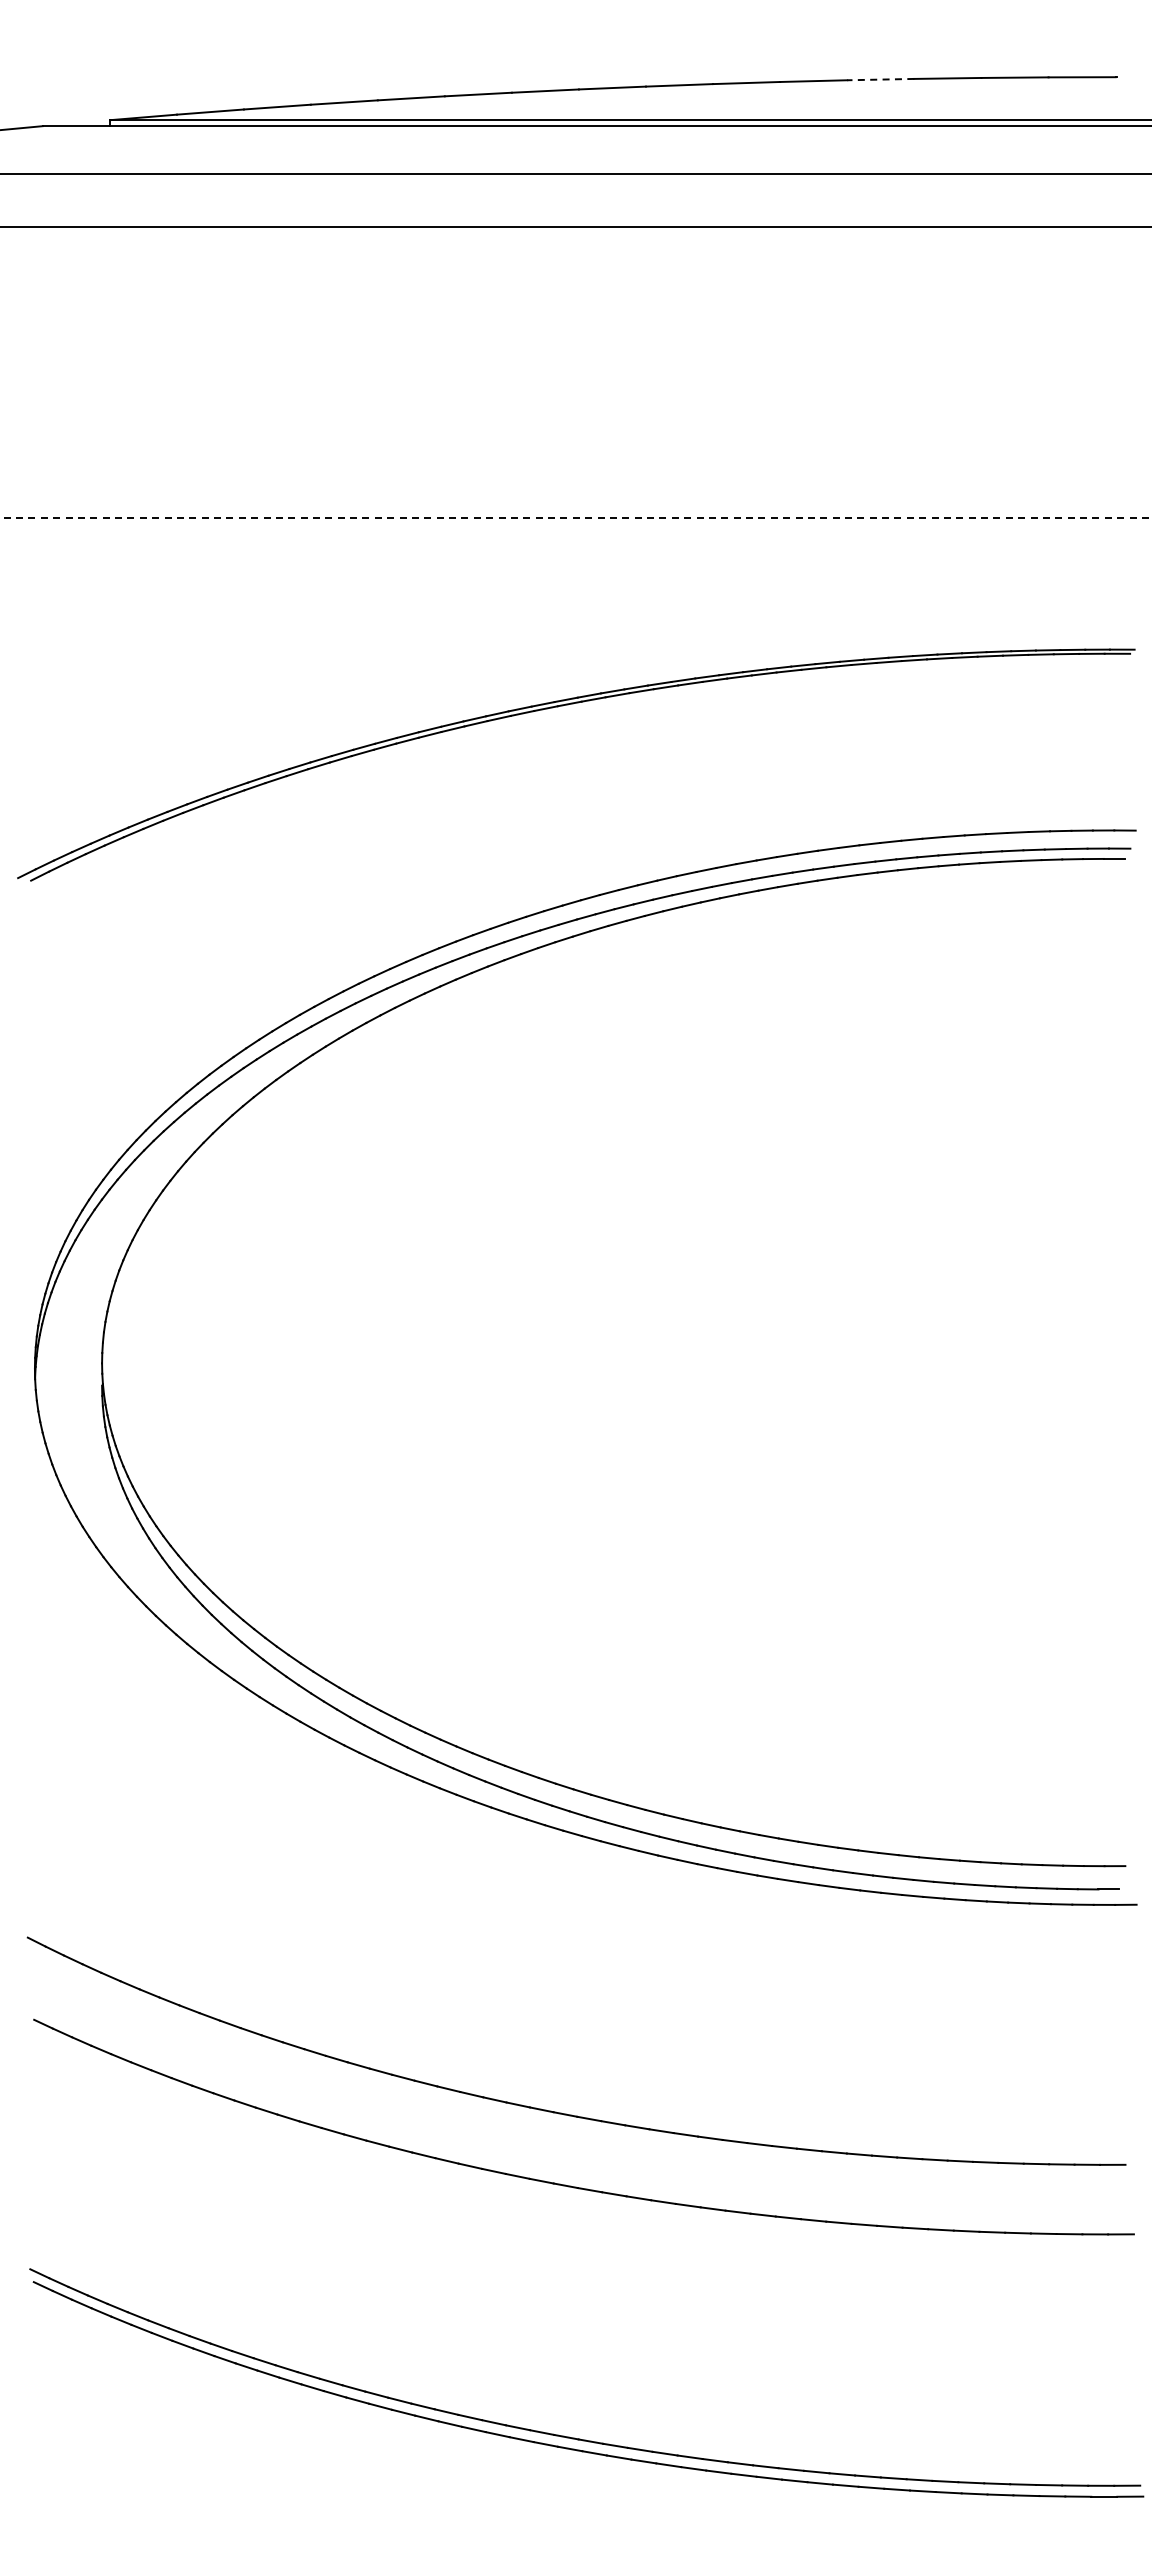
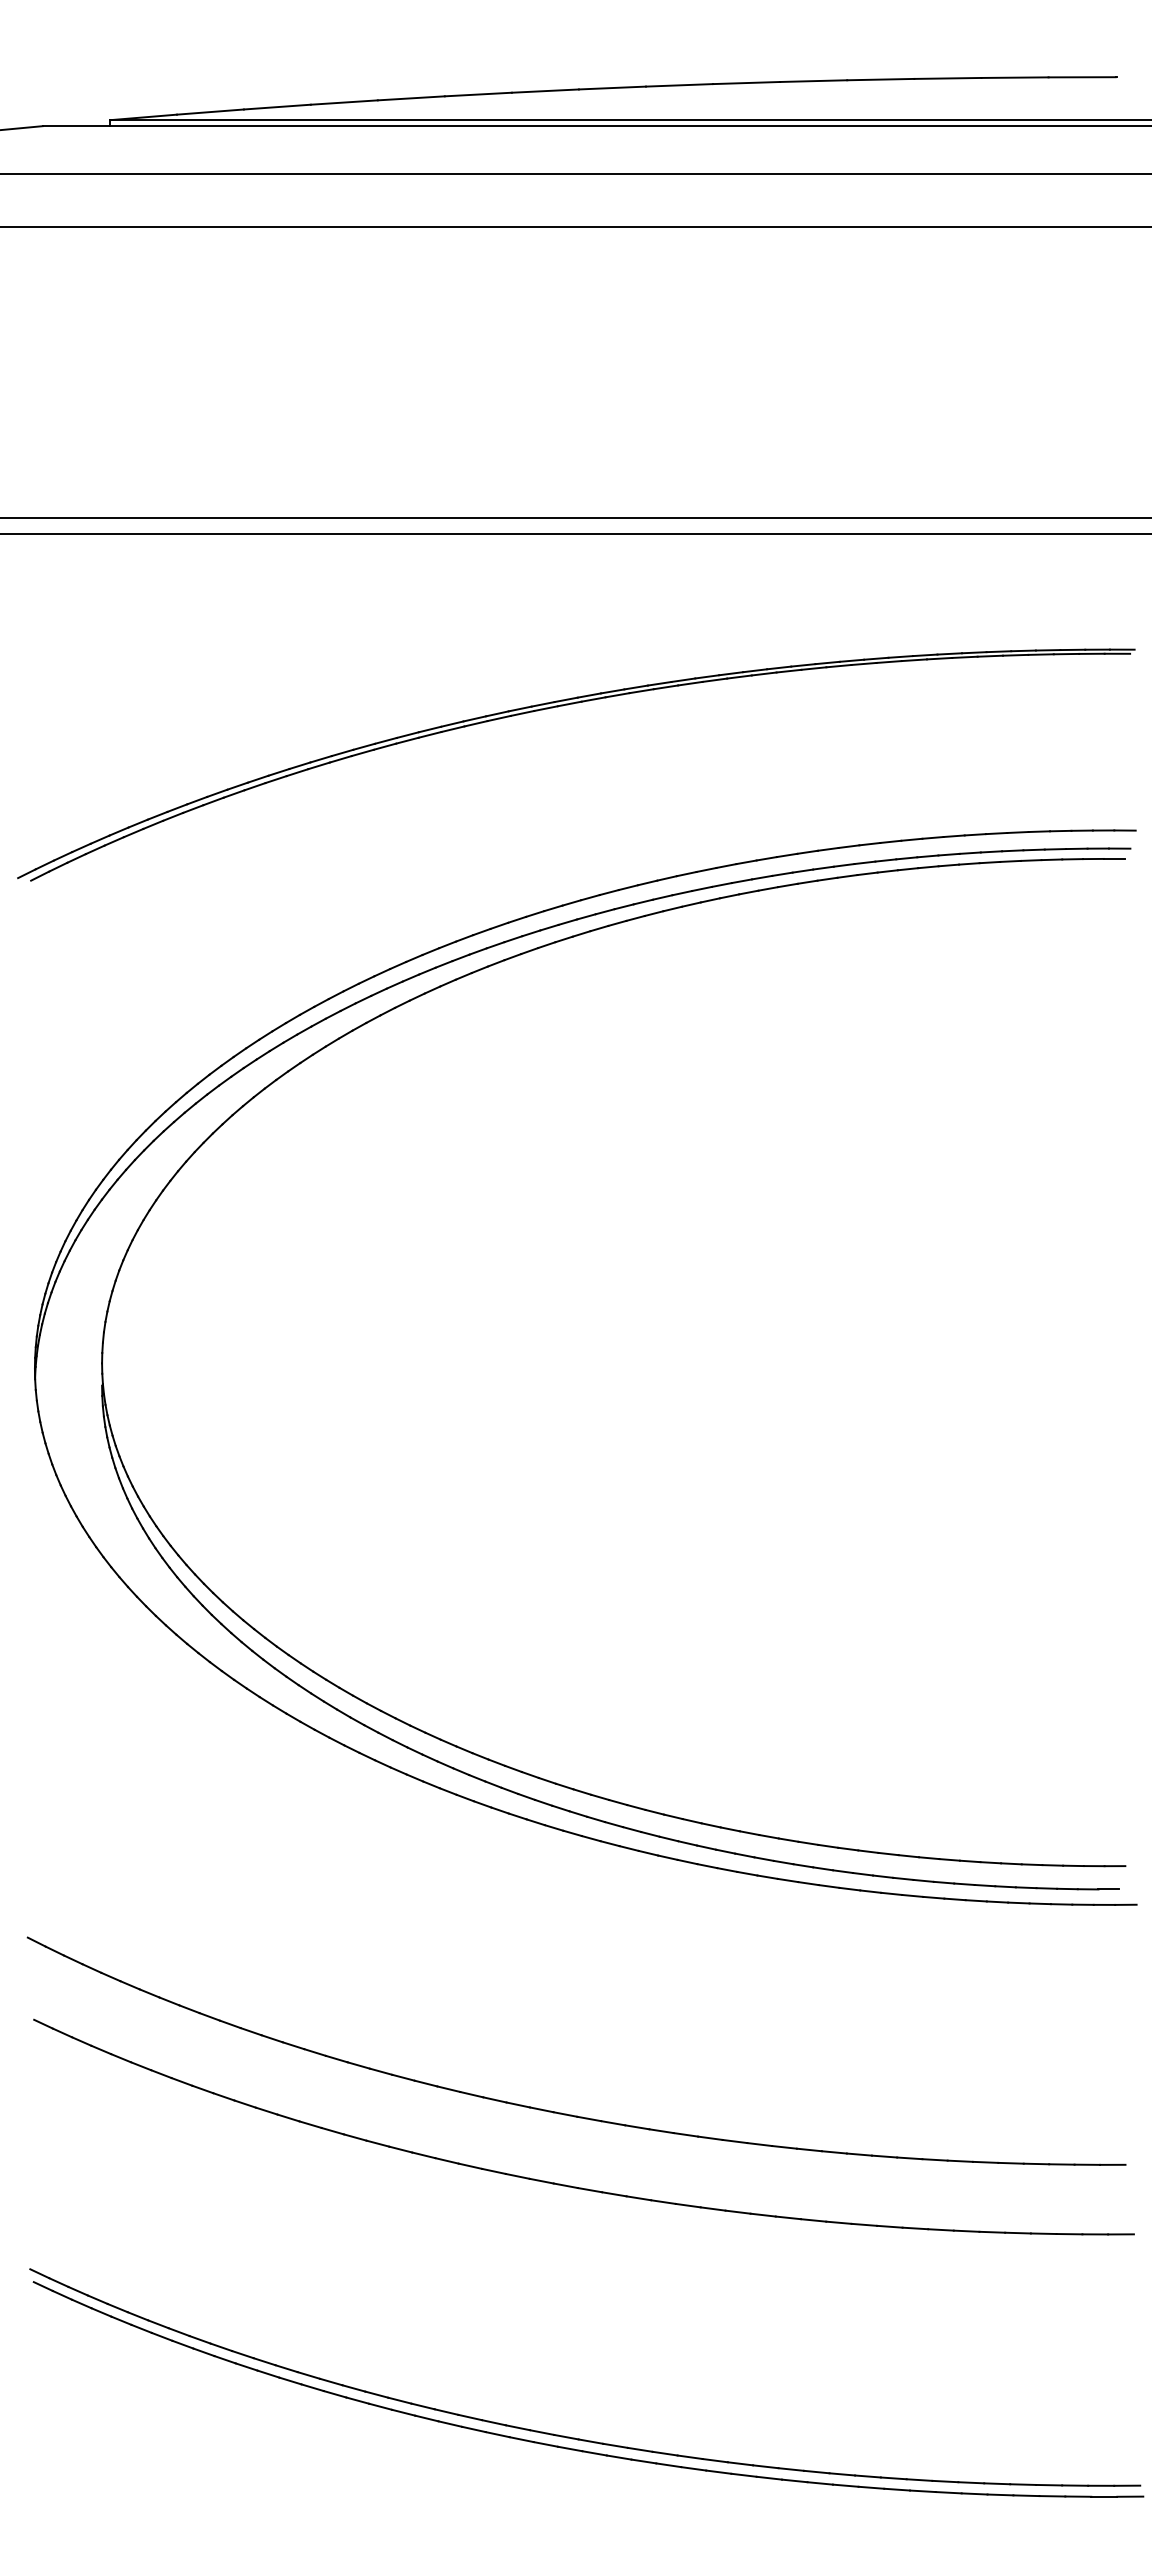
line at (880, 79): dashed -> solid
line at (575, 517): dashed -> solid
line at (575, 533): none -> present
